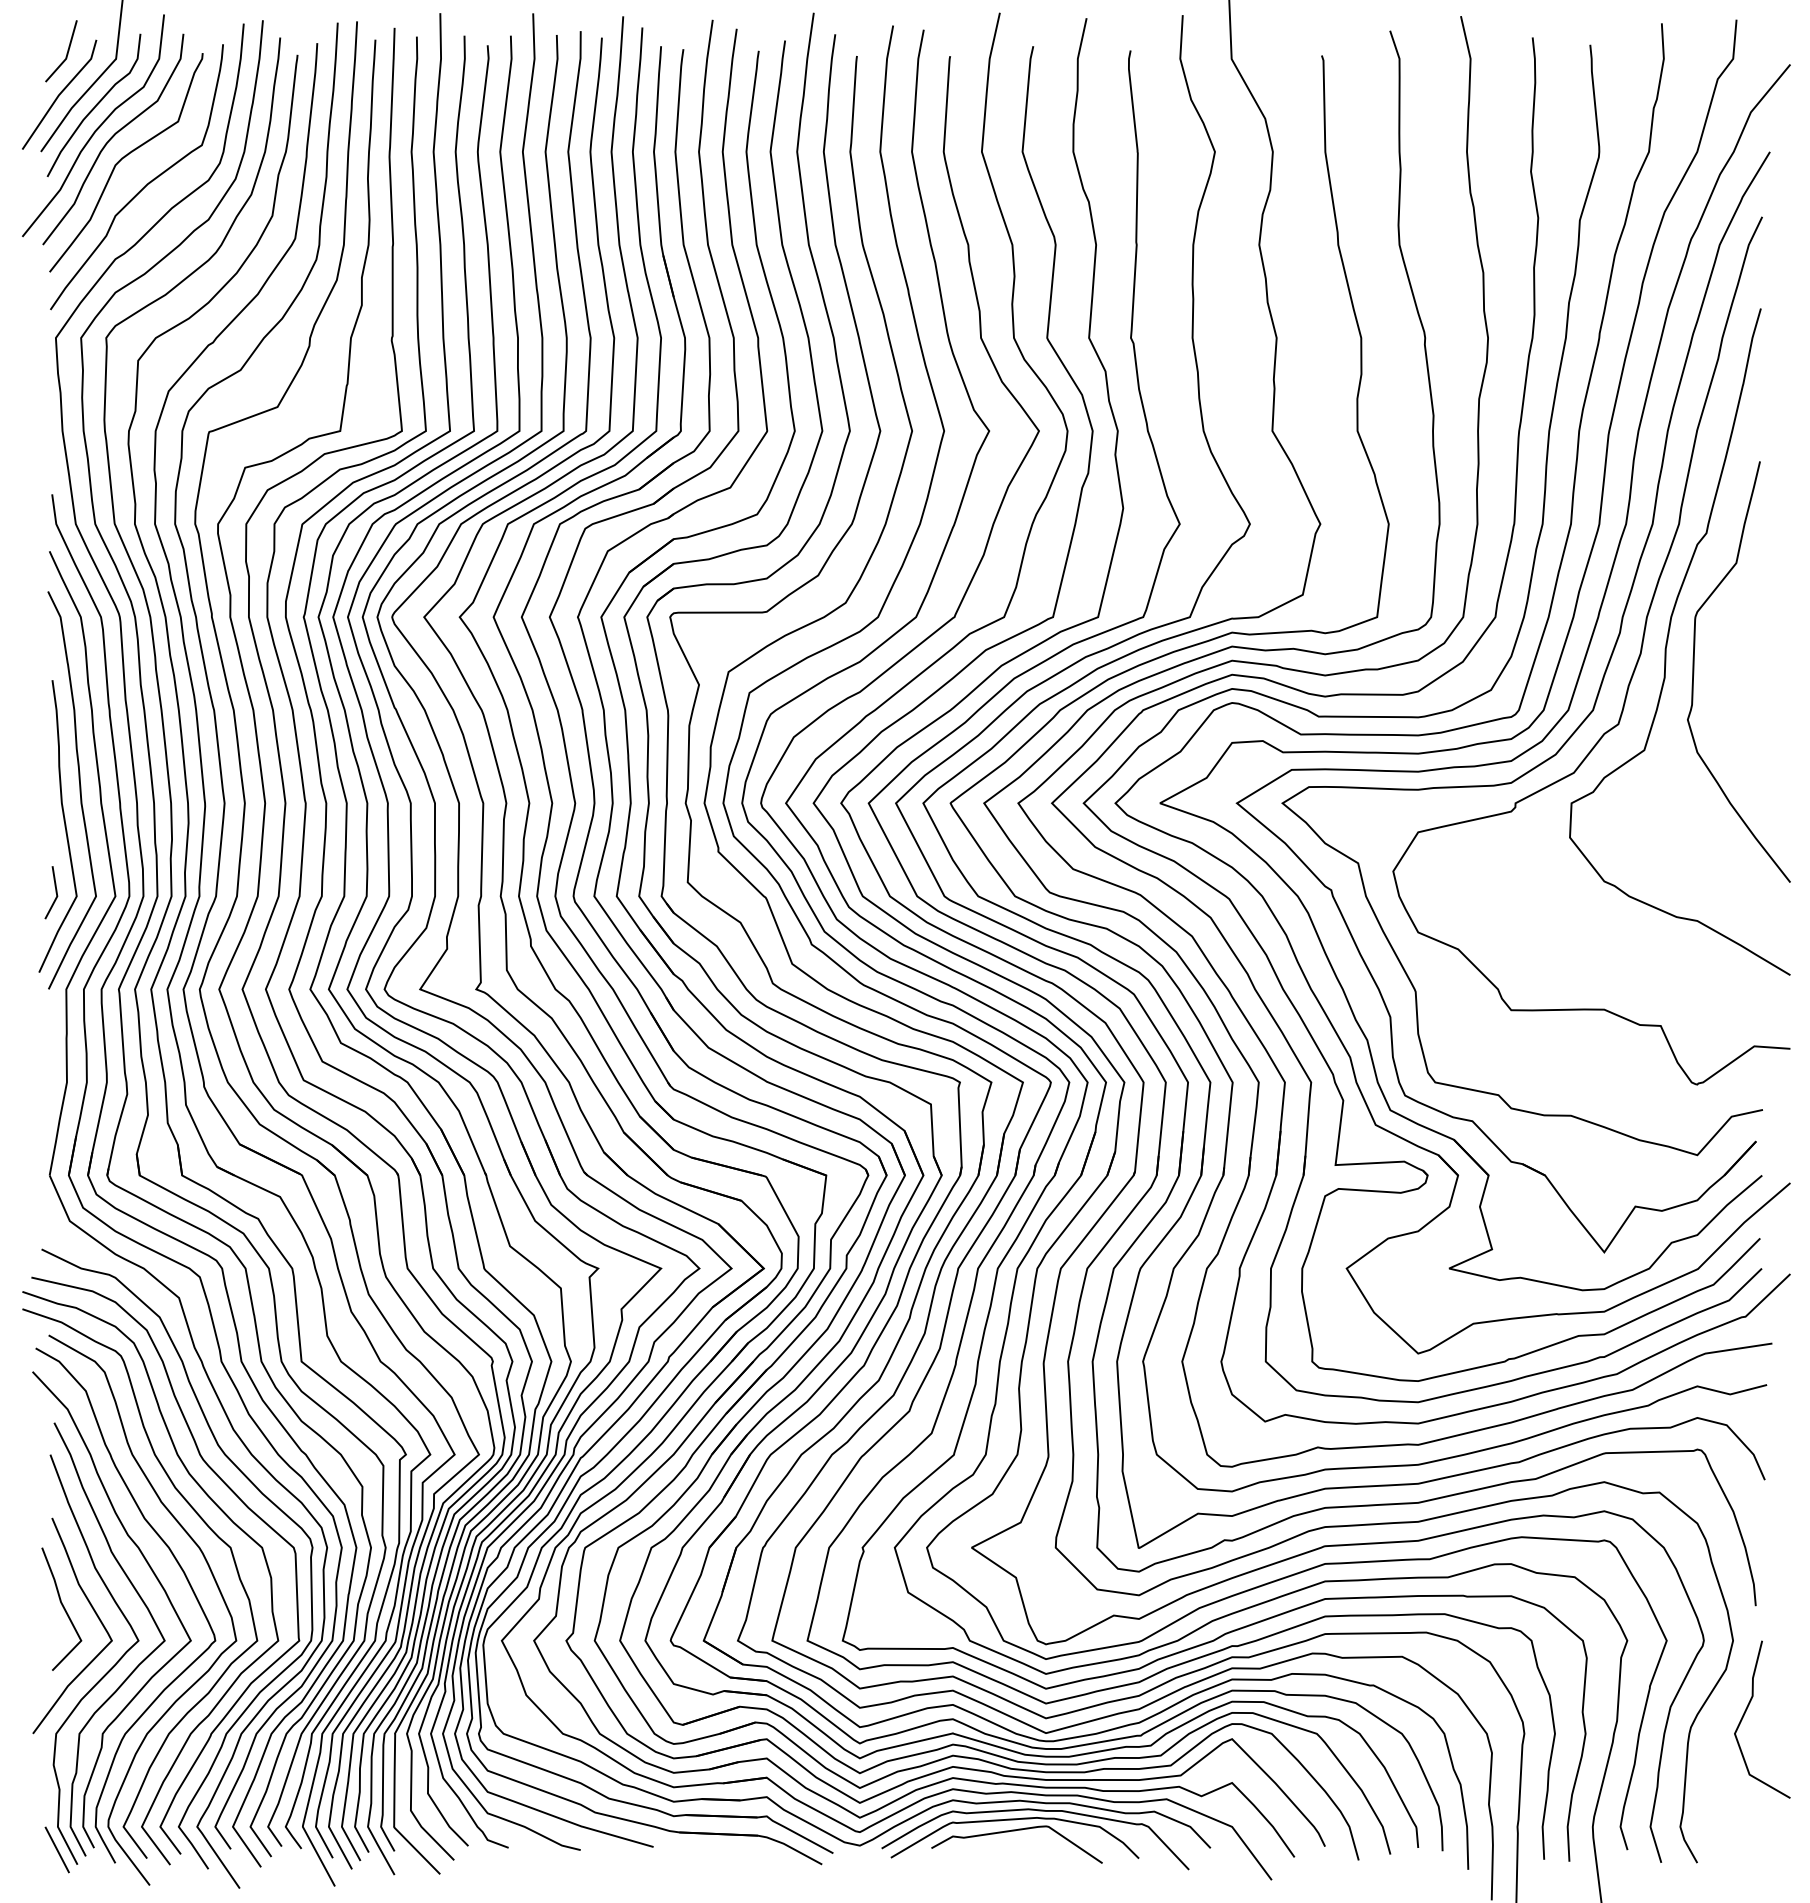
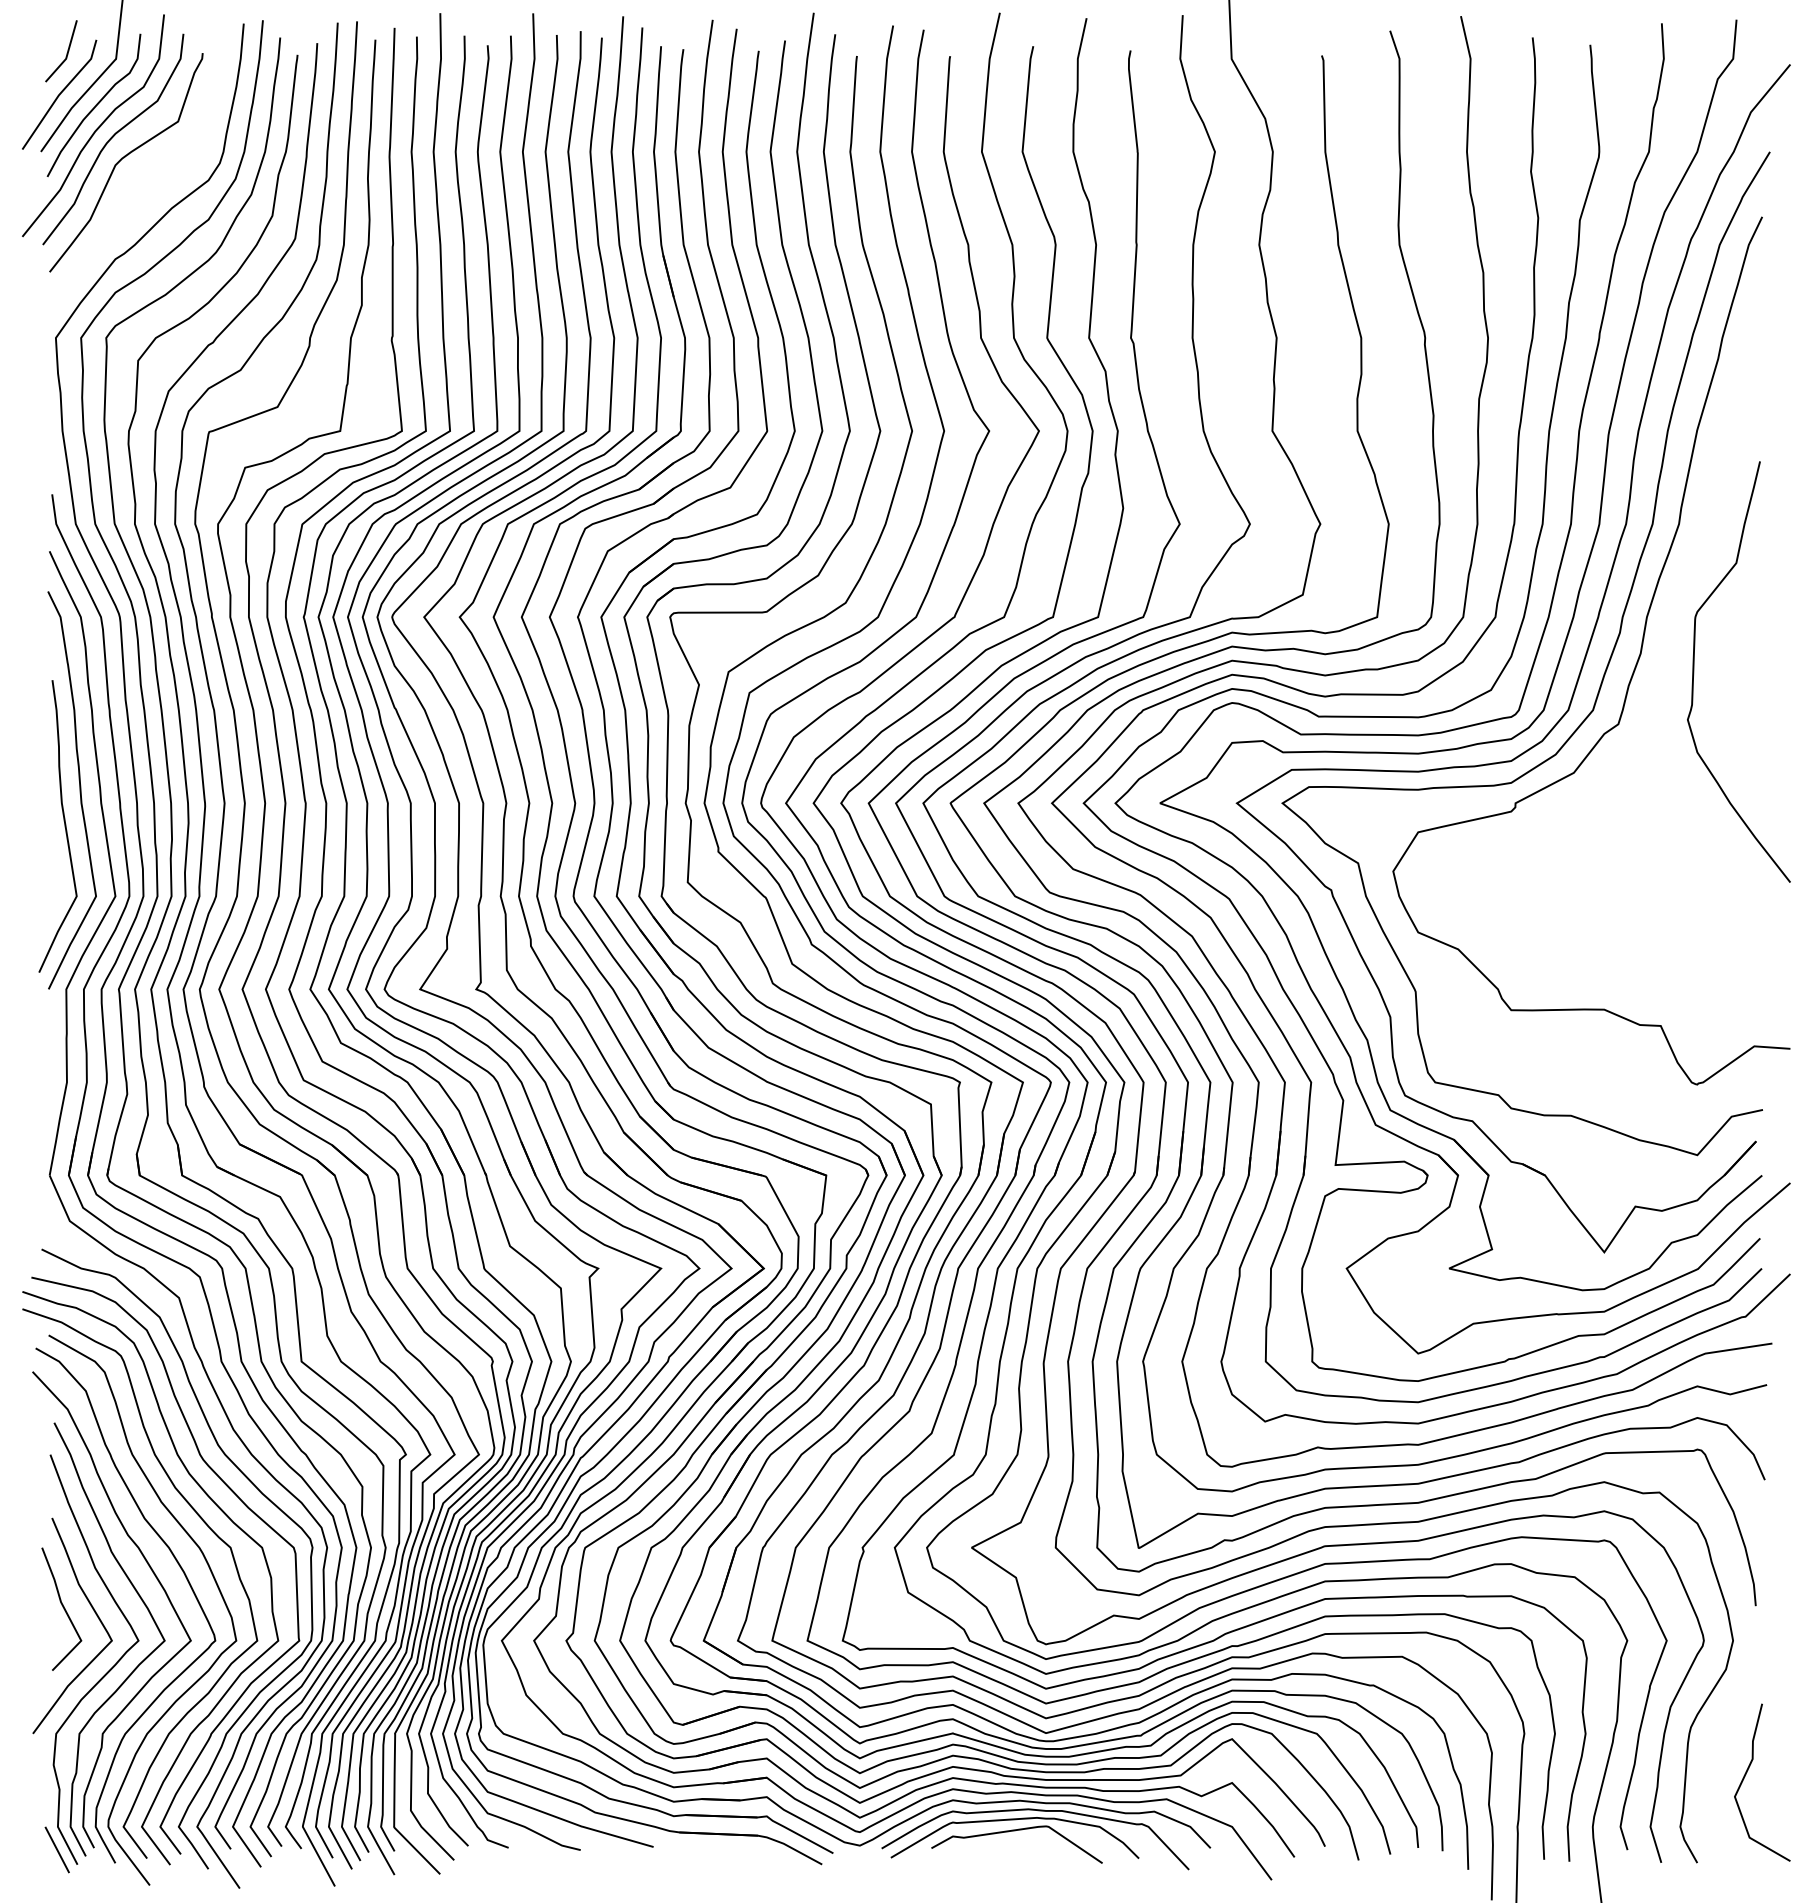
curve at (145, 185): present -> none
curve at (1668, 640): present -> none
line at (55, 892): present -> none
curve at (1746, 1711) position: (1746, 1711) -> (1746, 1774)
